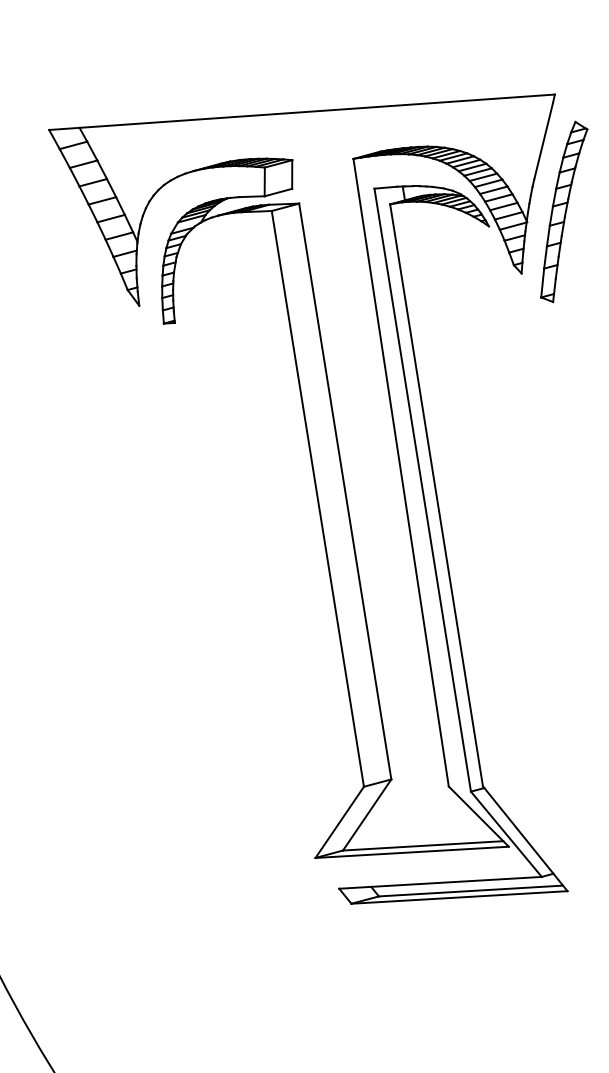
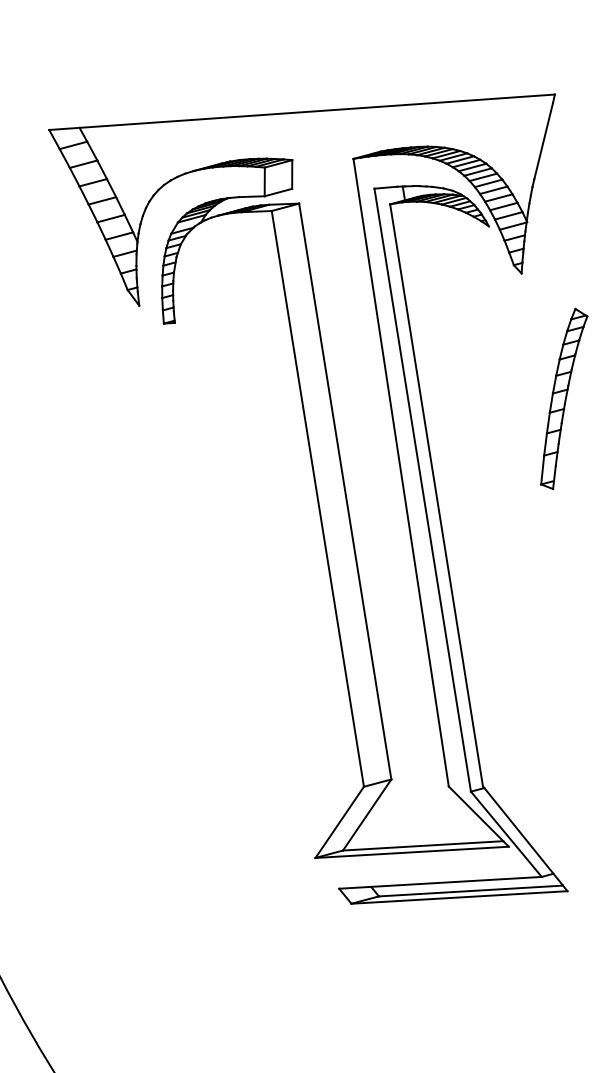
part at (564, 211) position: (564, 211) -> (564, 398)
